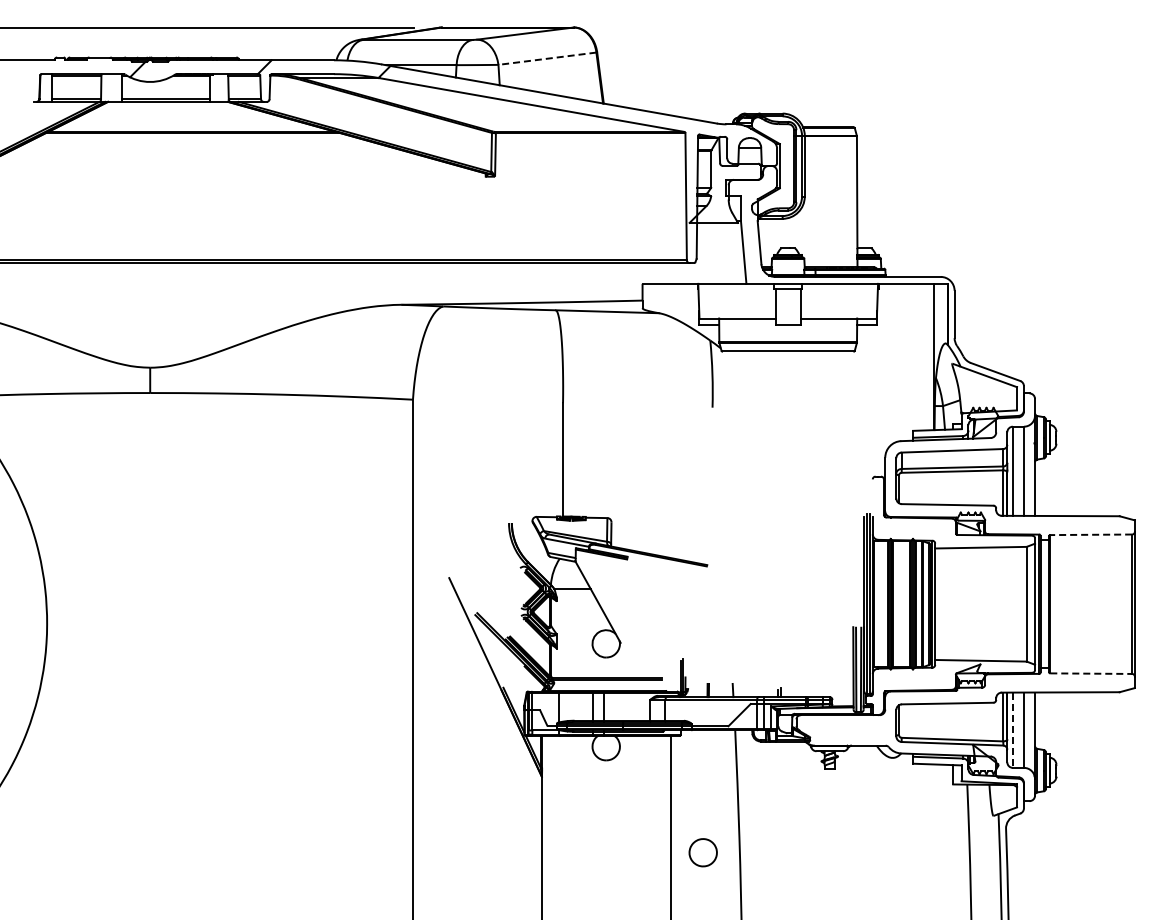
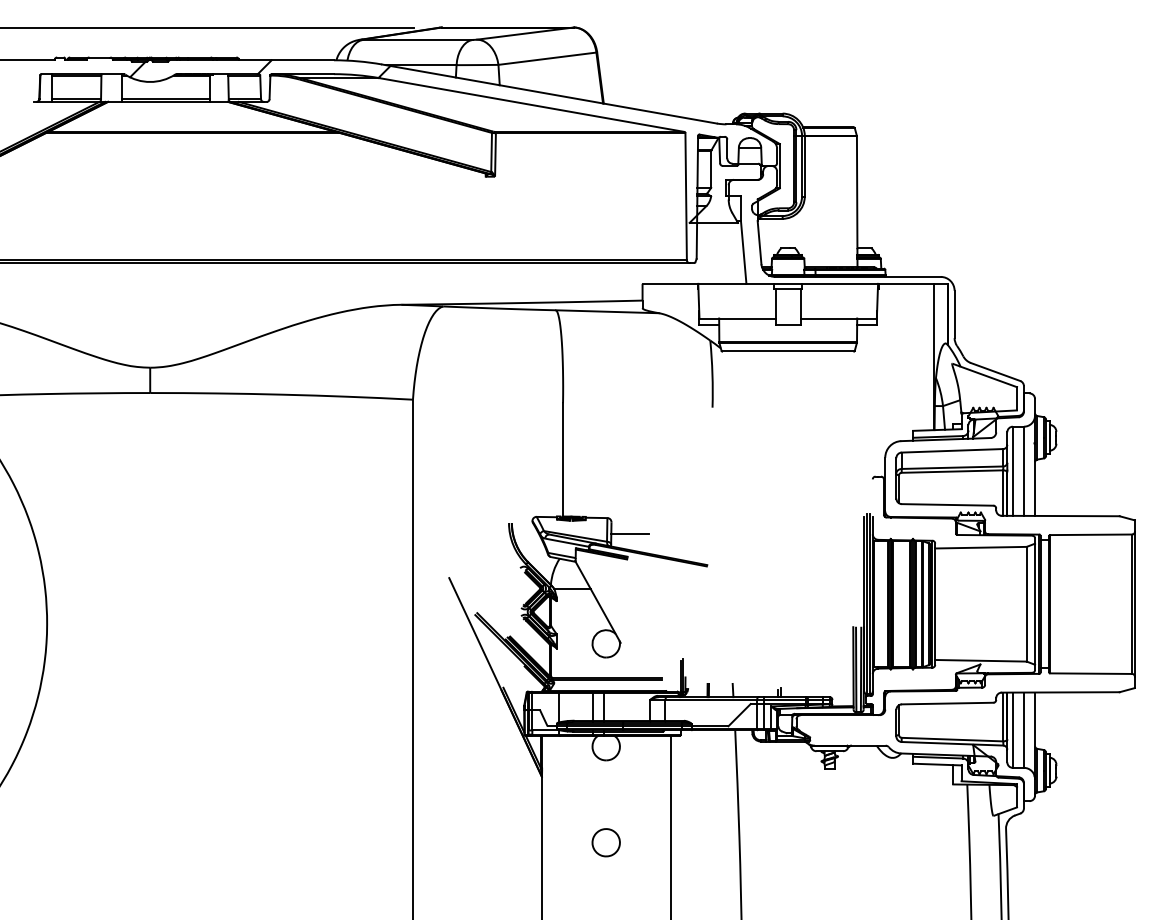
line at (546, 58): dashed -> solid
line at (630, 533): none -> present
line at (1091, 534): dashed -> solid
line at (1091, 673): dashed -> solid
line at (1012, 730): dashed -> solid
part at (702, 852) position: (702, 852) -> (605, 842)
